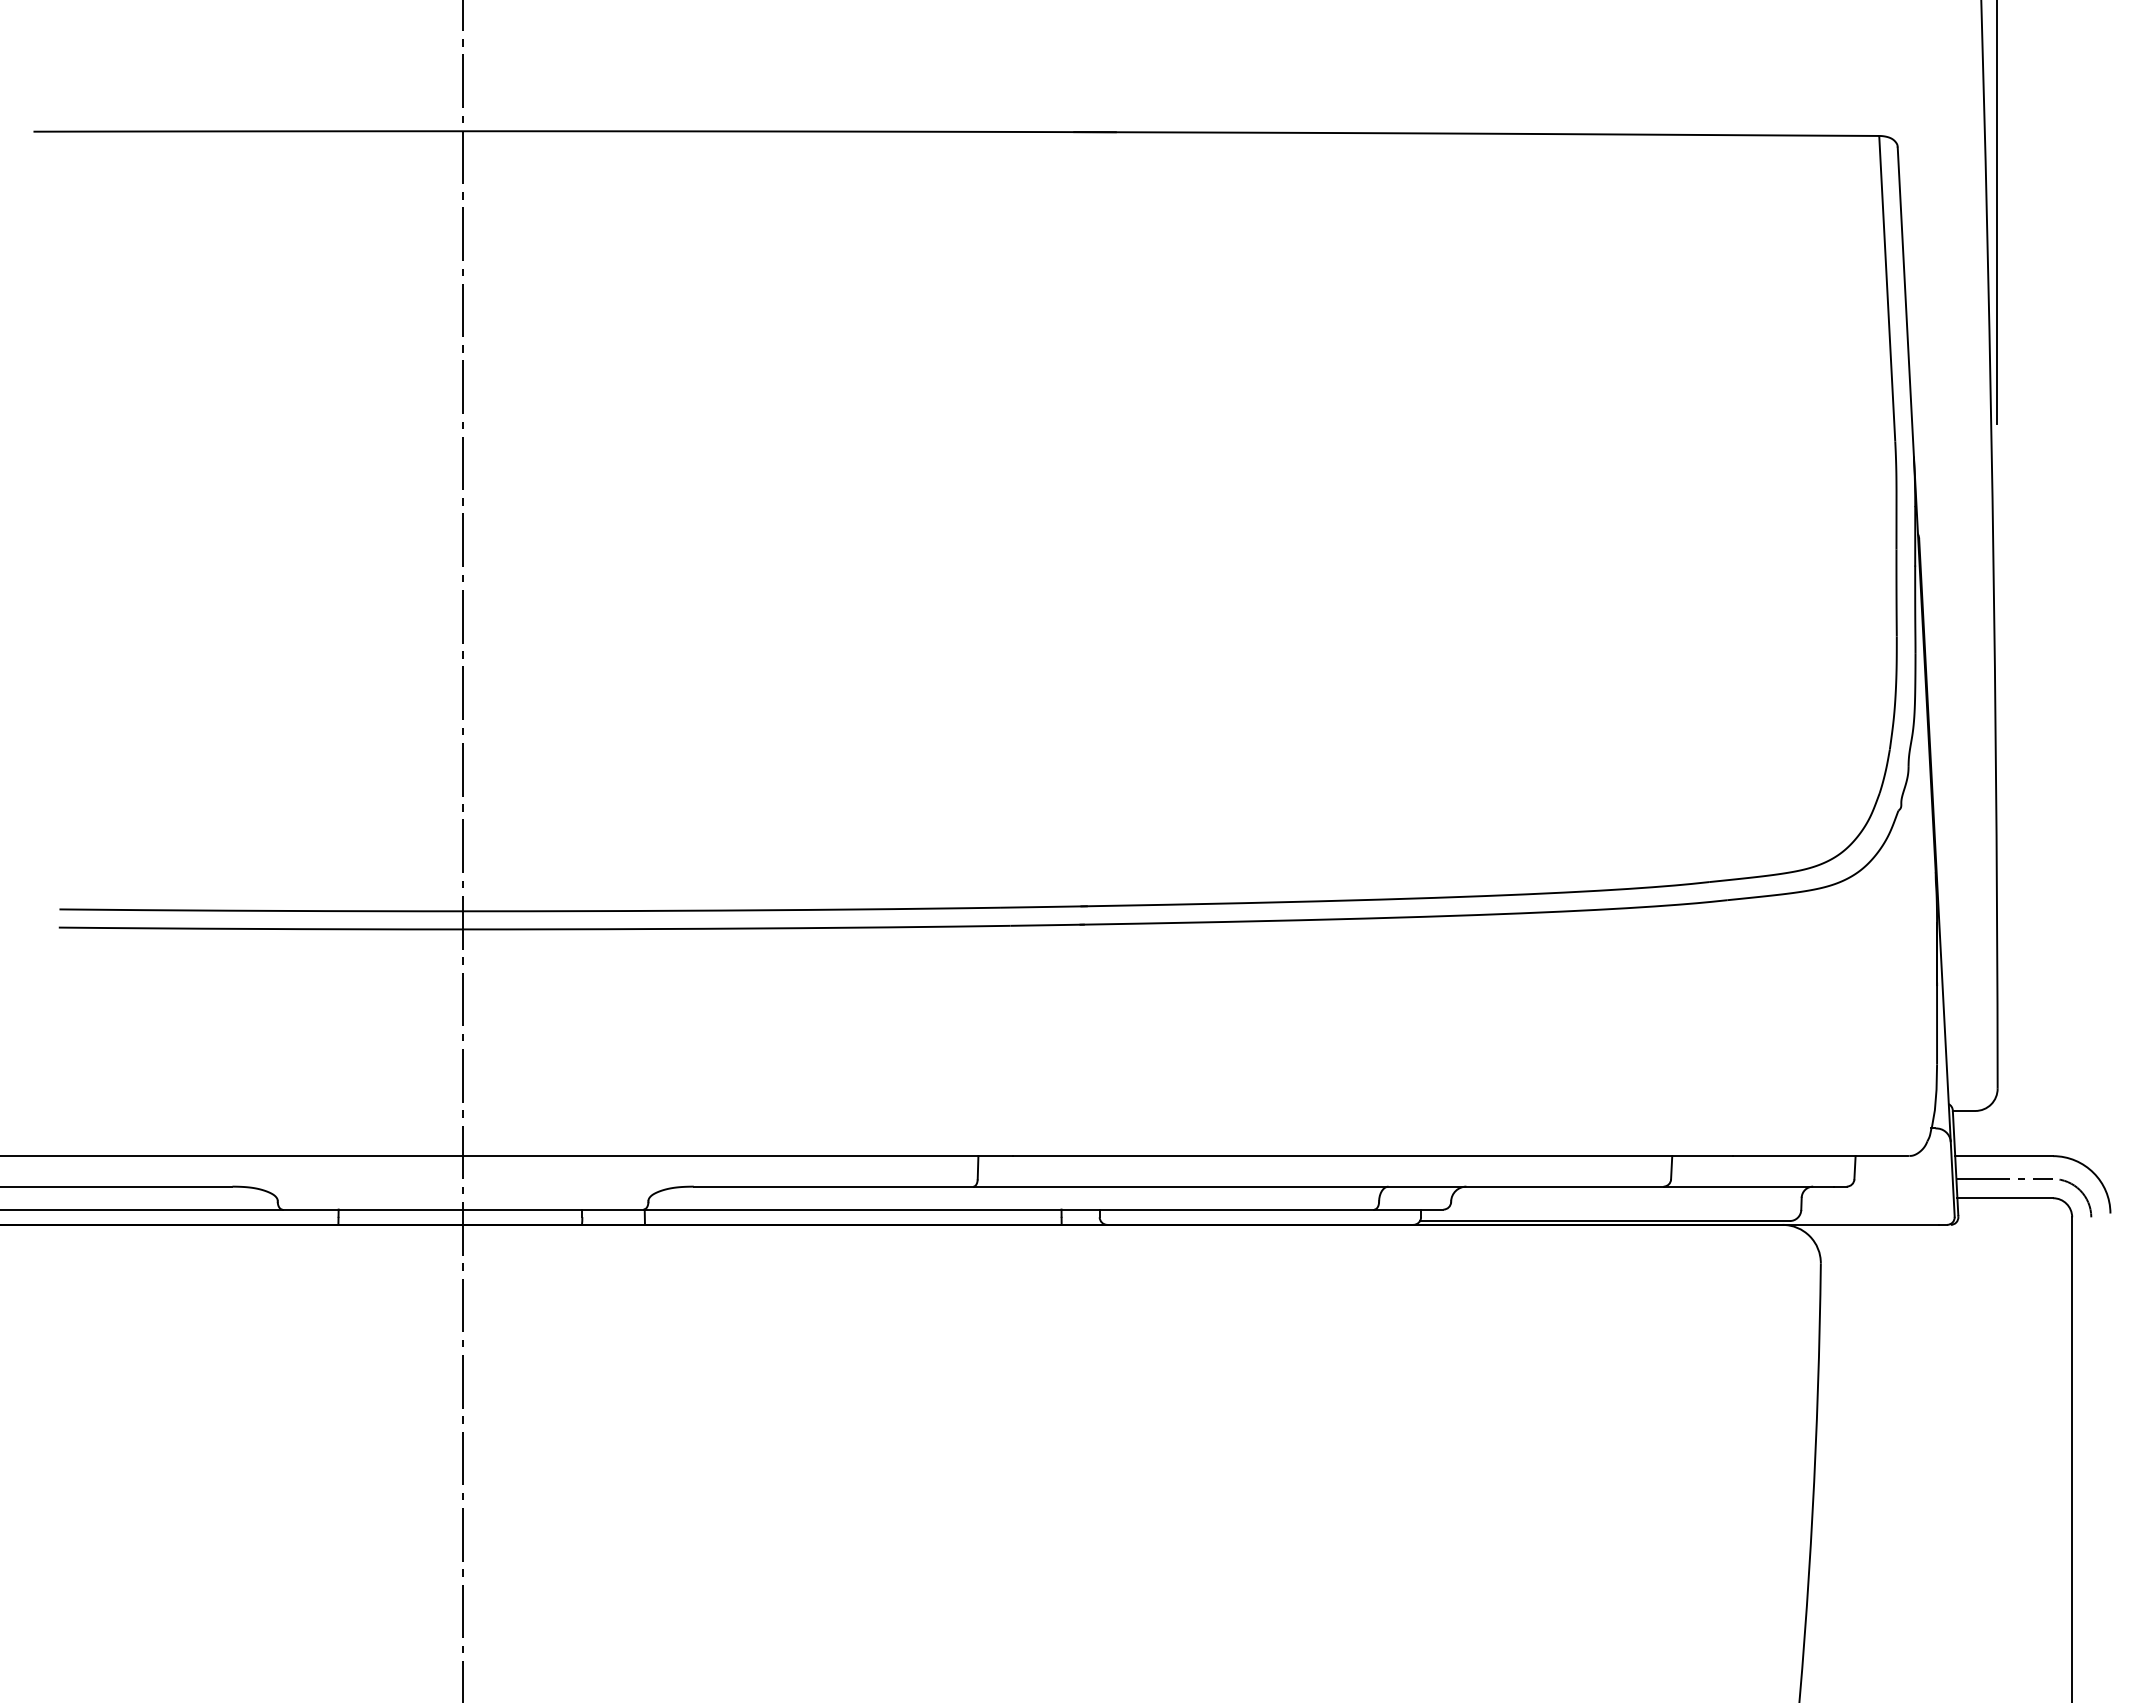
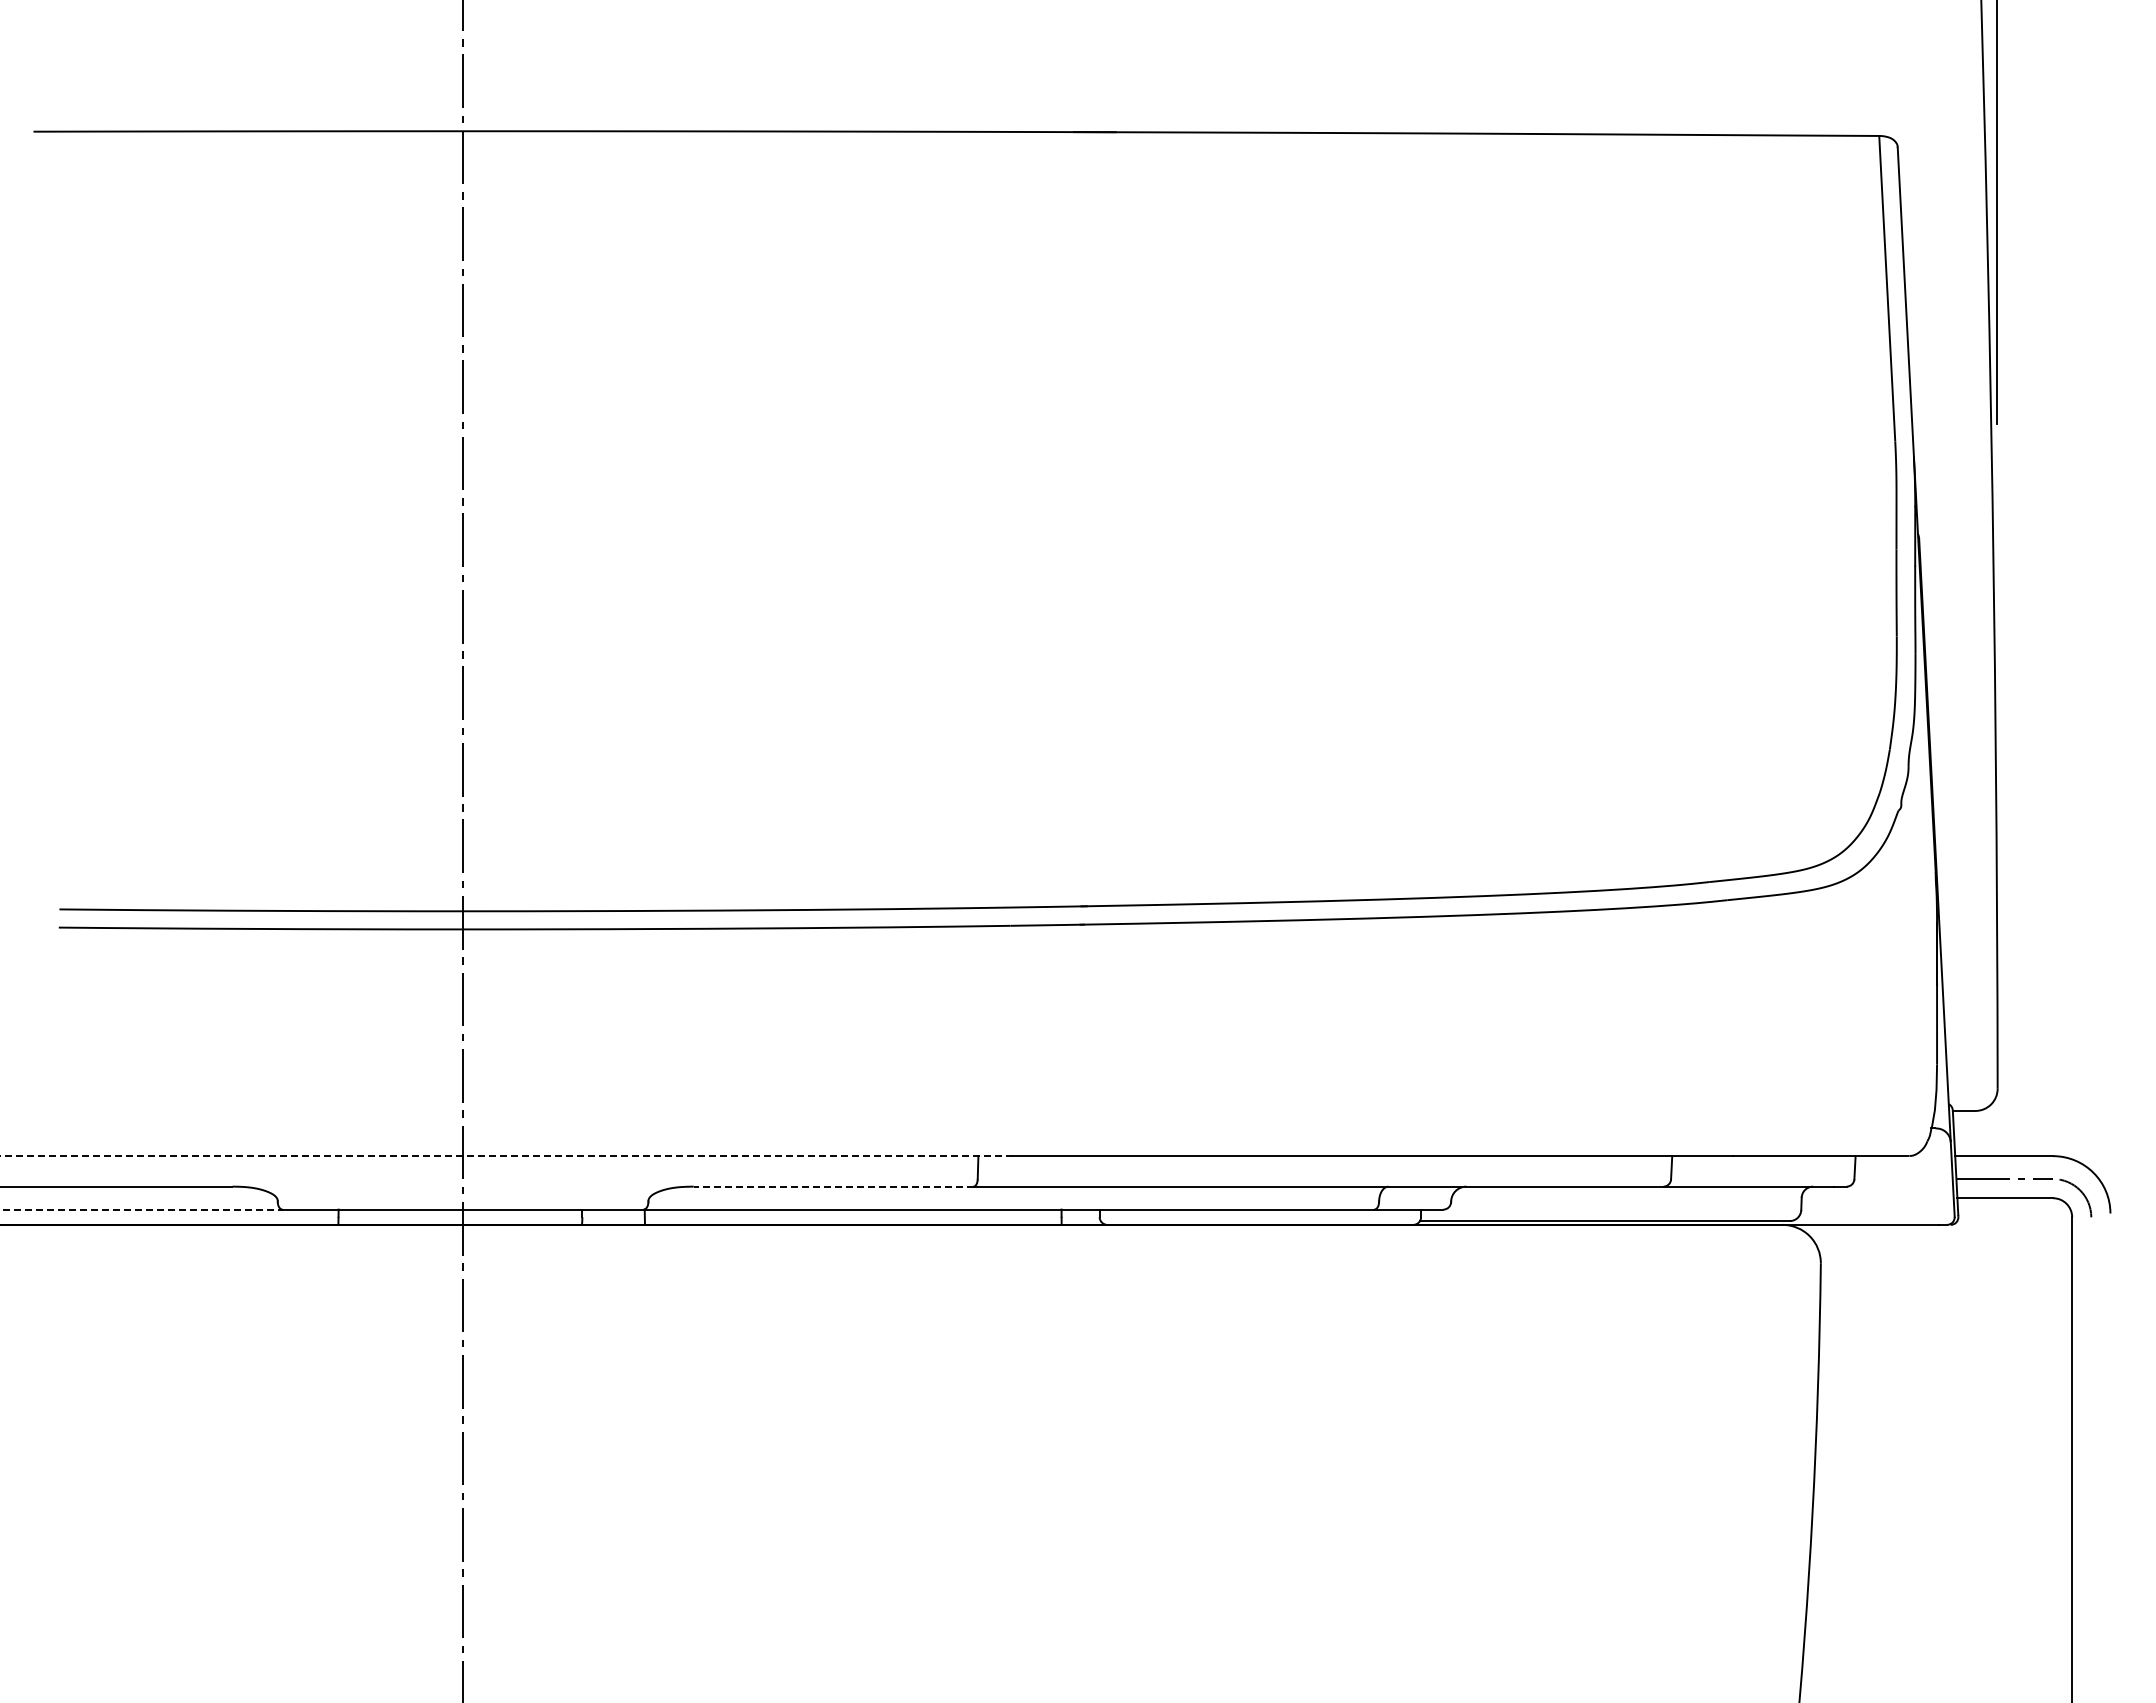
line at (506, 1156): solid -> dashed
line at (833, 1186): solid -> dashed
line at (141, 1209): solid -> dashed
